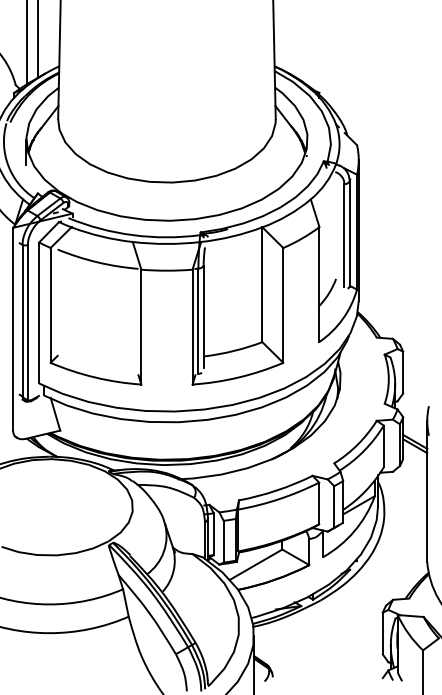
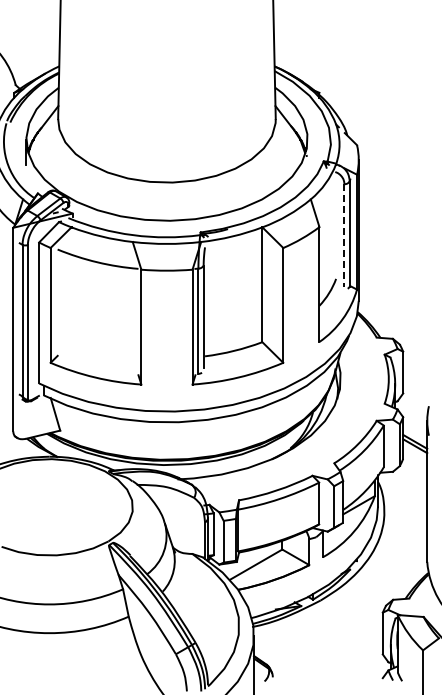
line at (38, 39): present -> none
line at (26, 43): present -> none
line at (344, 235): solid -> dashed
